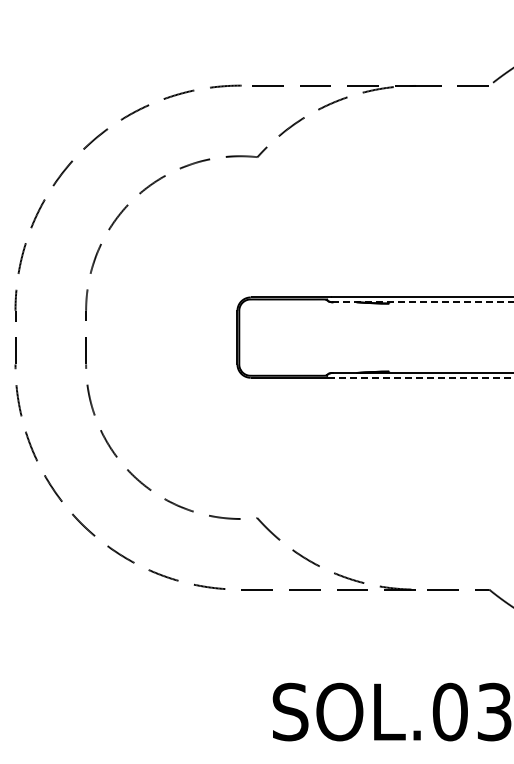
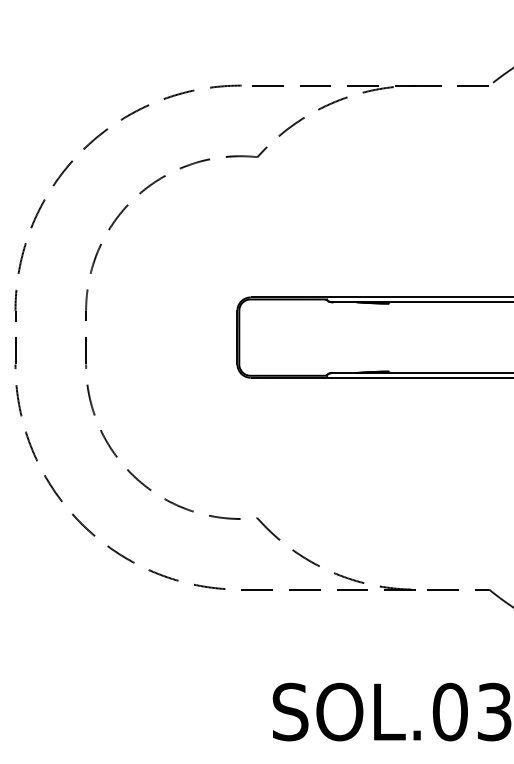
line at (422, 302): dashed -> solid
line at (422, 377): dashed -> solid
